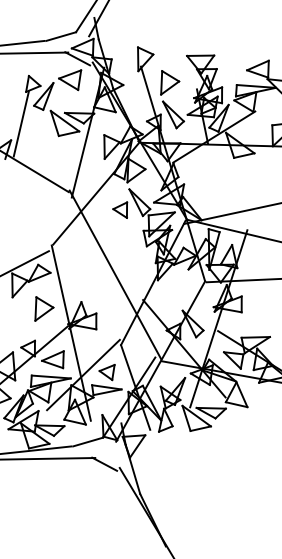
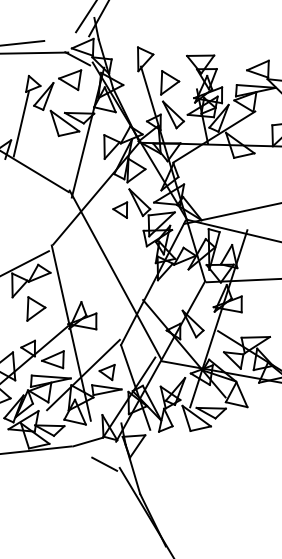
line at (61, 36): present -> none
part at (44, 308) position: (44, 308) -> (36, 308)
line at (48, 458): present -> none
